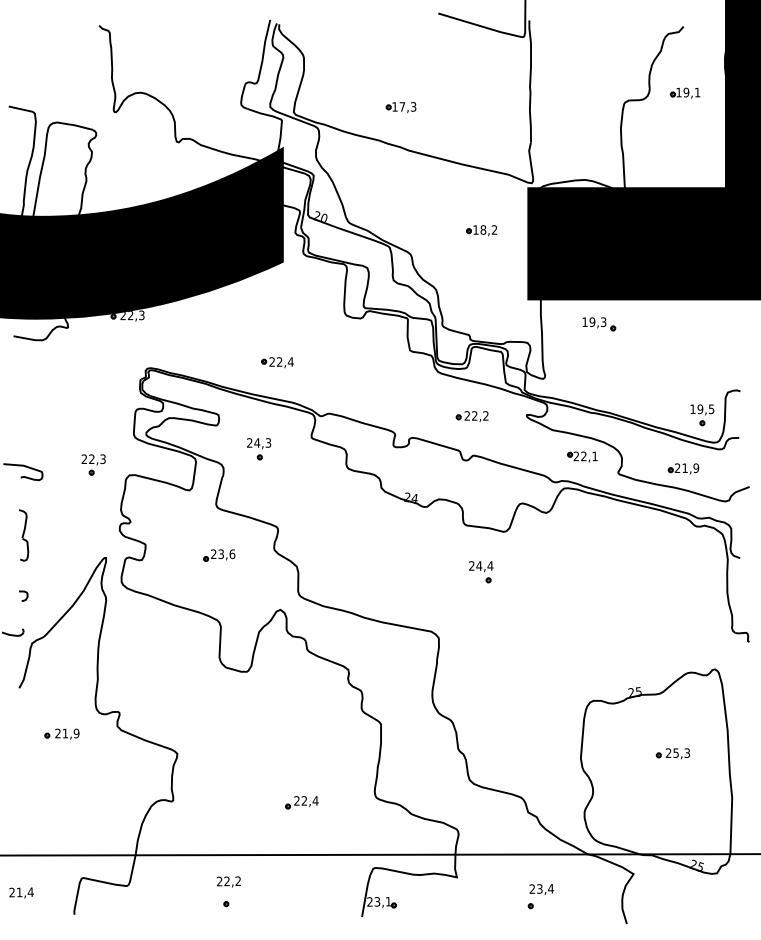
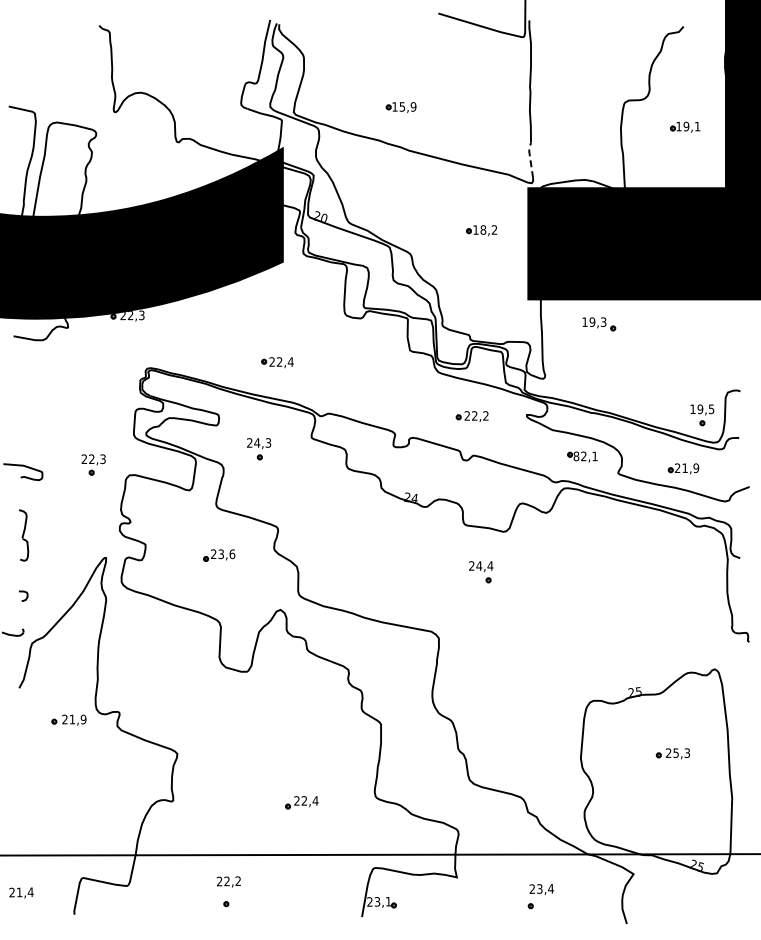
part at (685, 92) position: (685, 92) -> (685, 126)
text at (407, 106): 17,3 -> 15,9
line at (530, 159): solid -> dashed
text at (576, 456): 22,1 -> 82,1
part at (61, 733) position: (61, 733) -> (68, 719)
